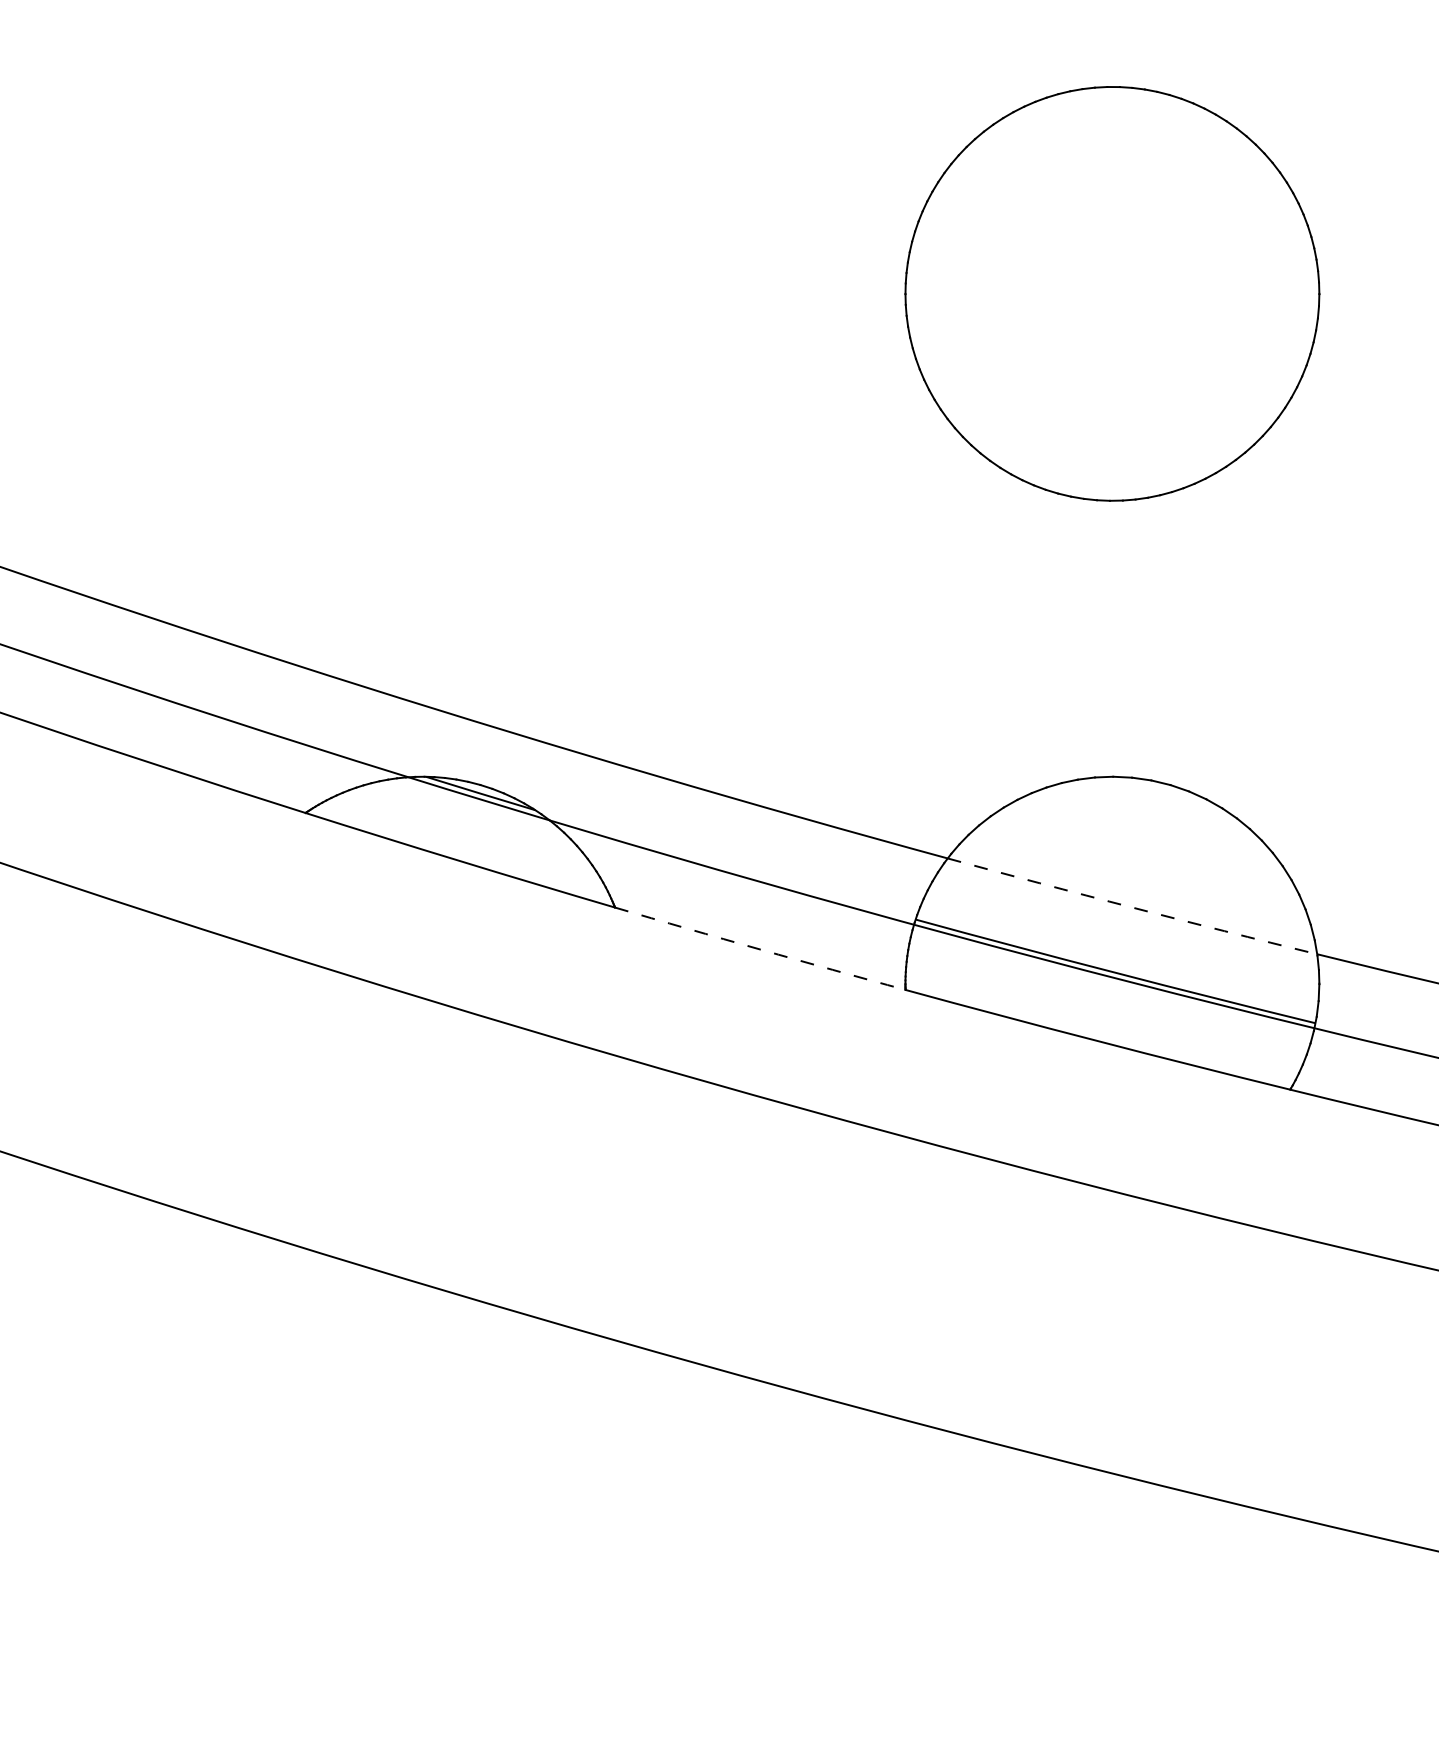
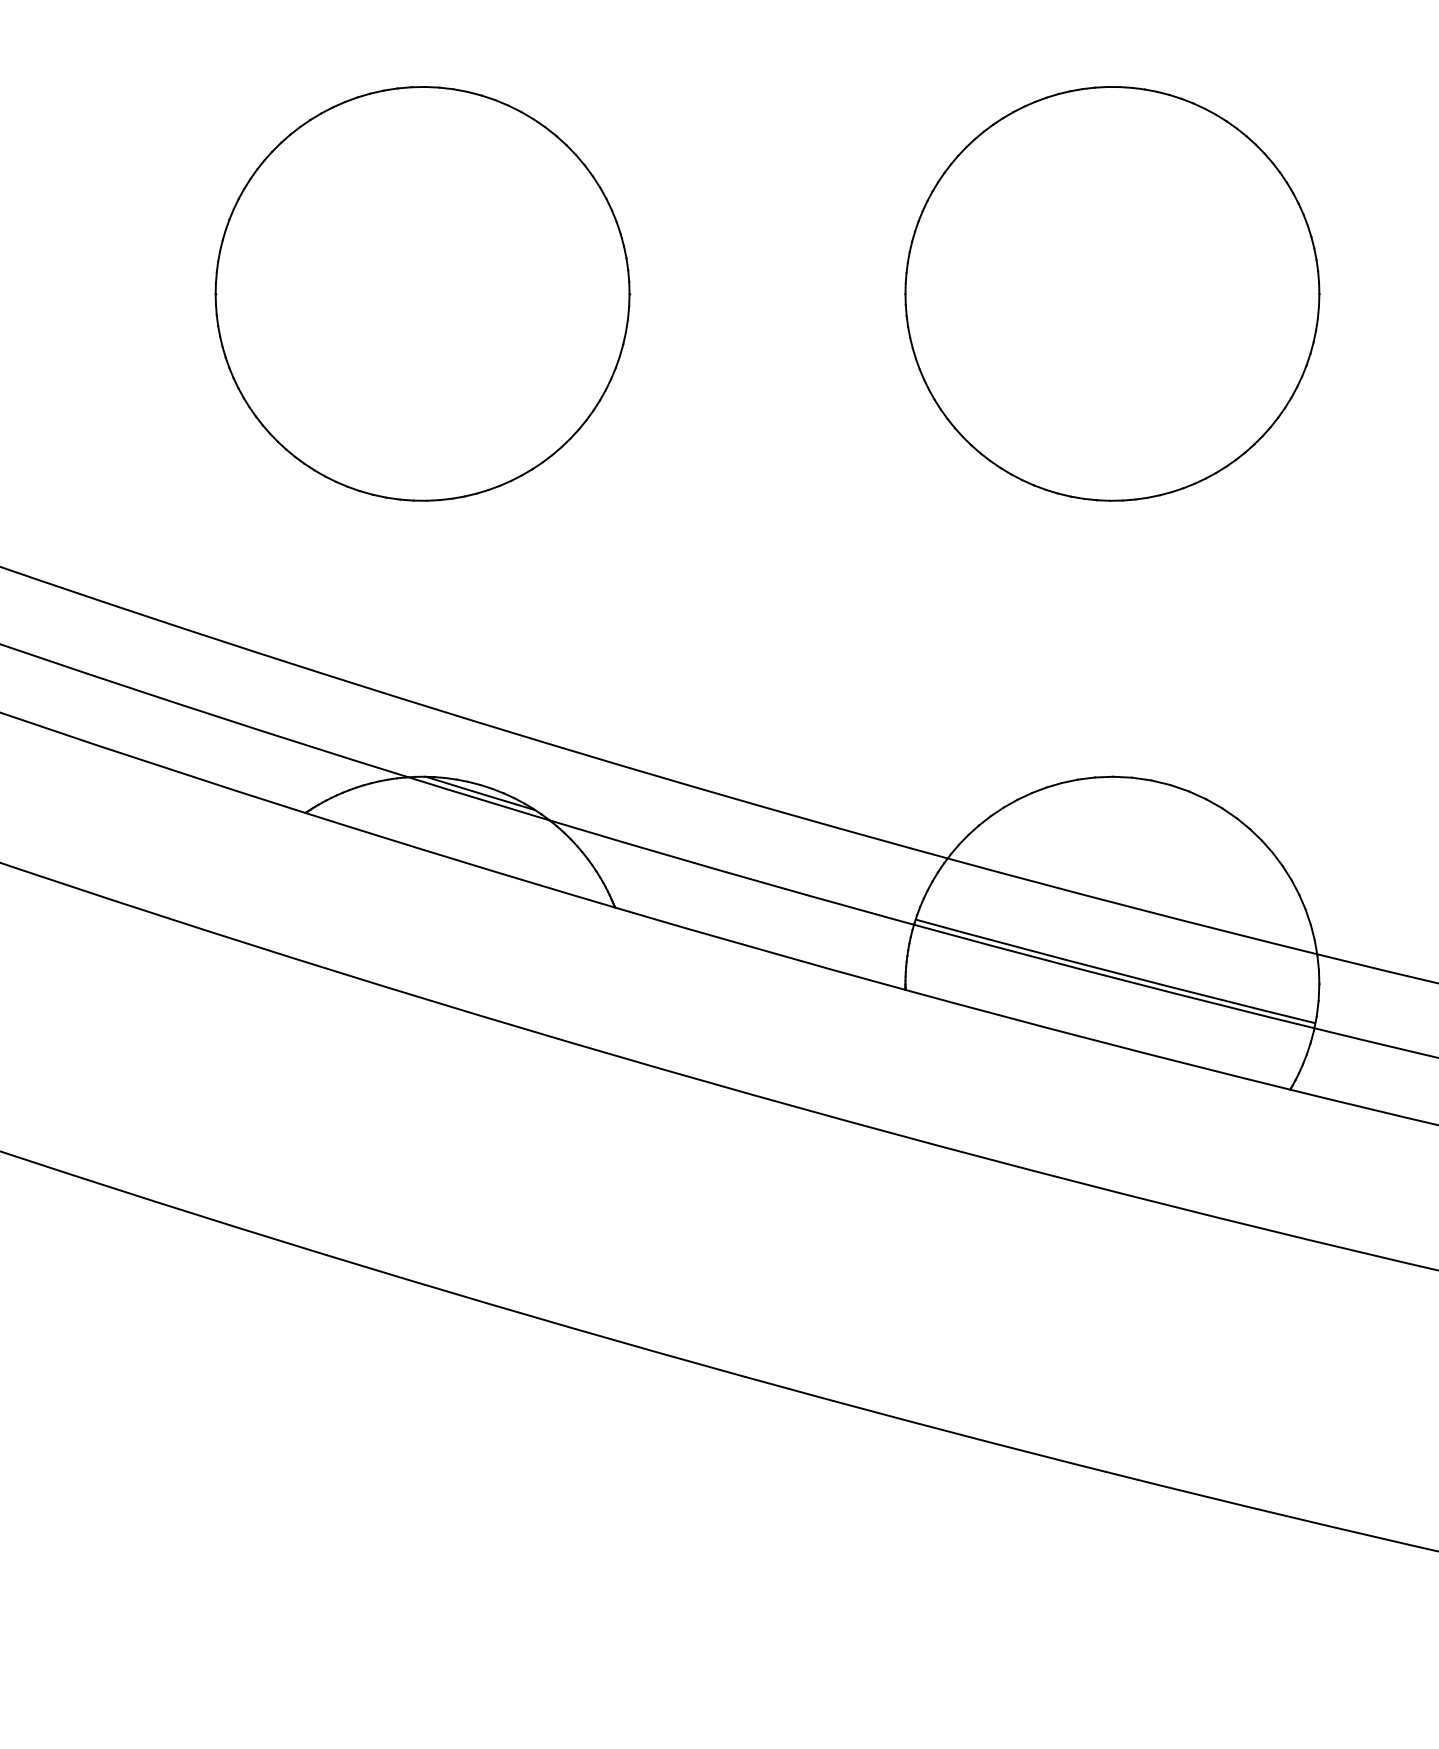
part at (422, 293): none -> present
arc at (1132, 907): dashed -> solid
arc at (760, 949): dashed -> solid
